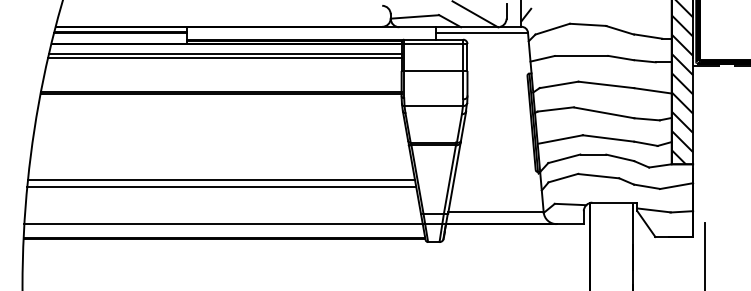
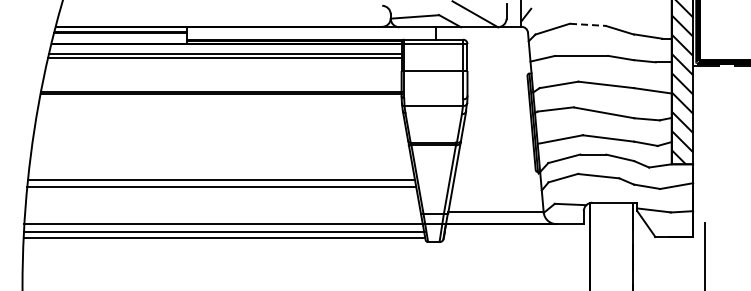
line at (588, 24): solid -> dashed
line at (481, 32): present -> none
line at (224, 239) position: (224, 239) -> (224, 232)
